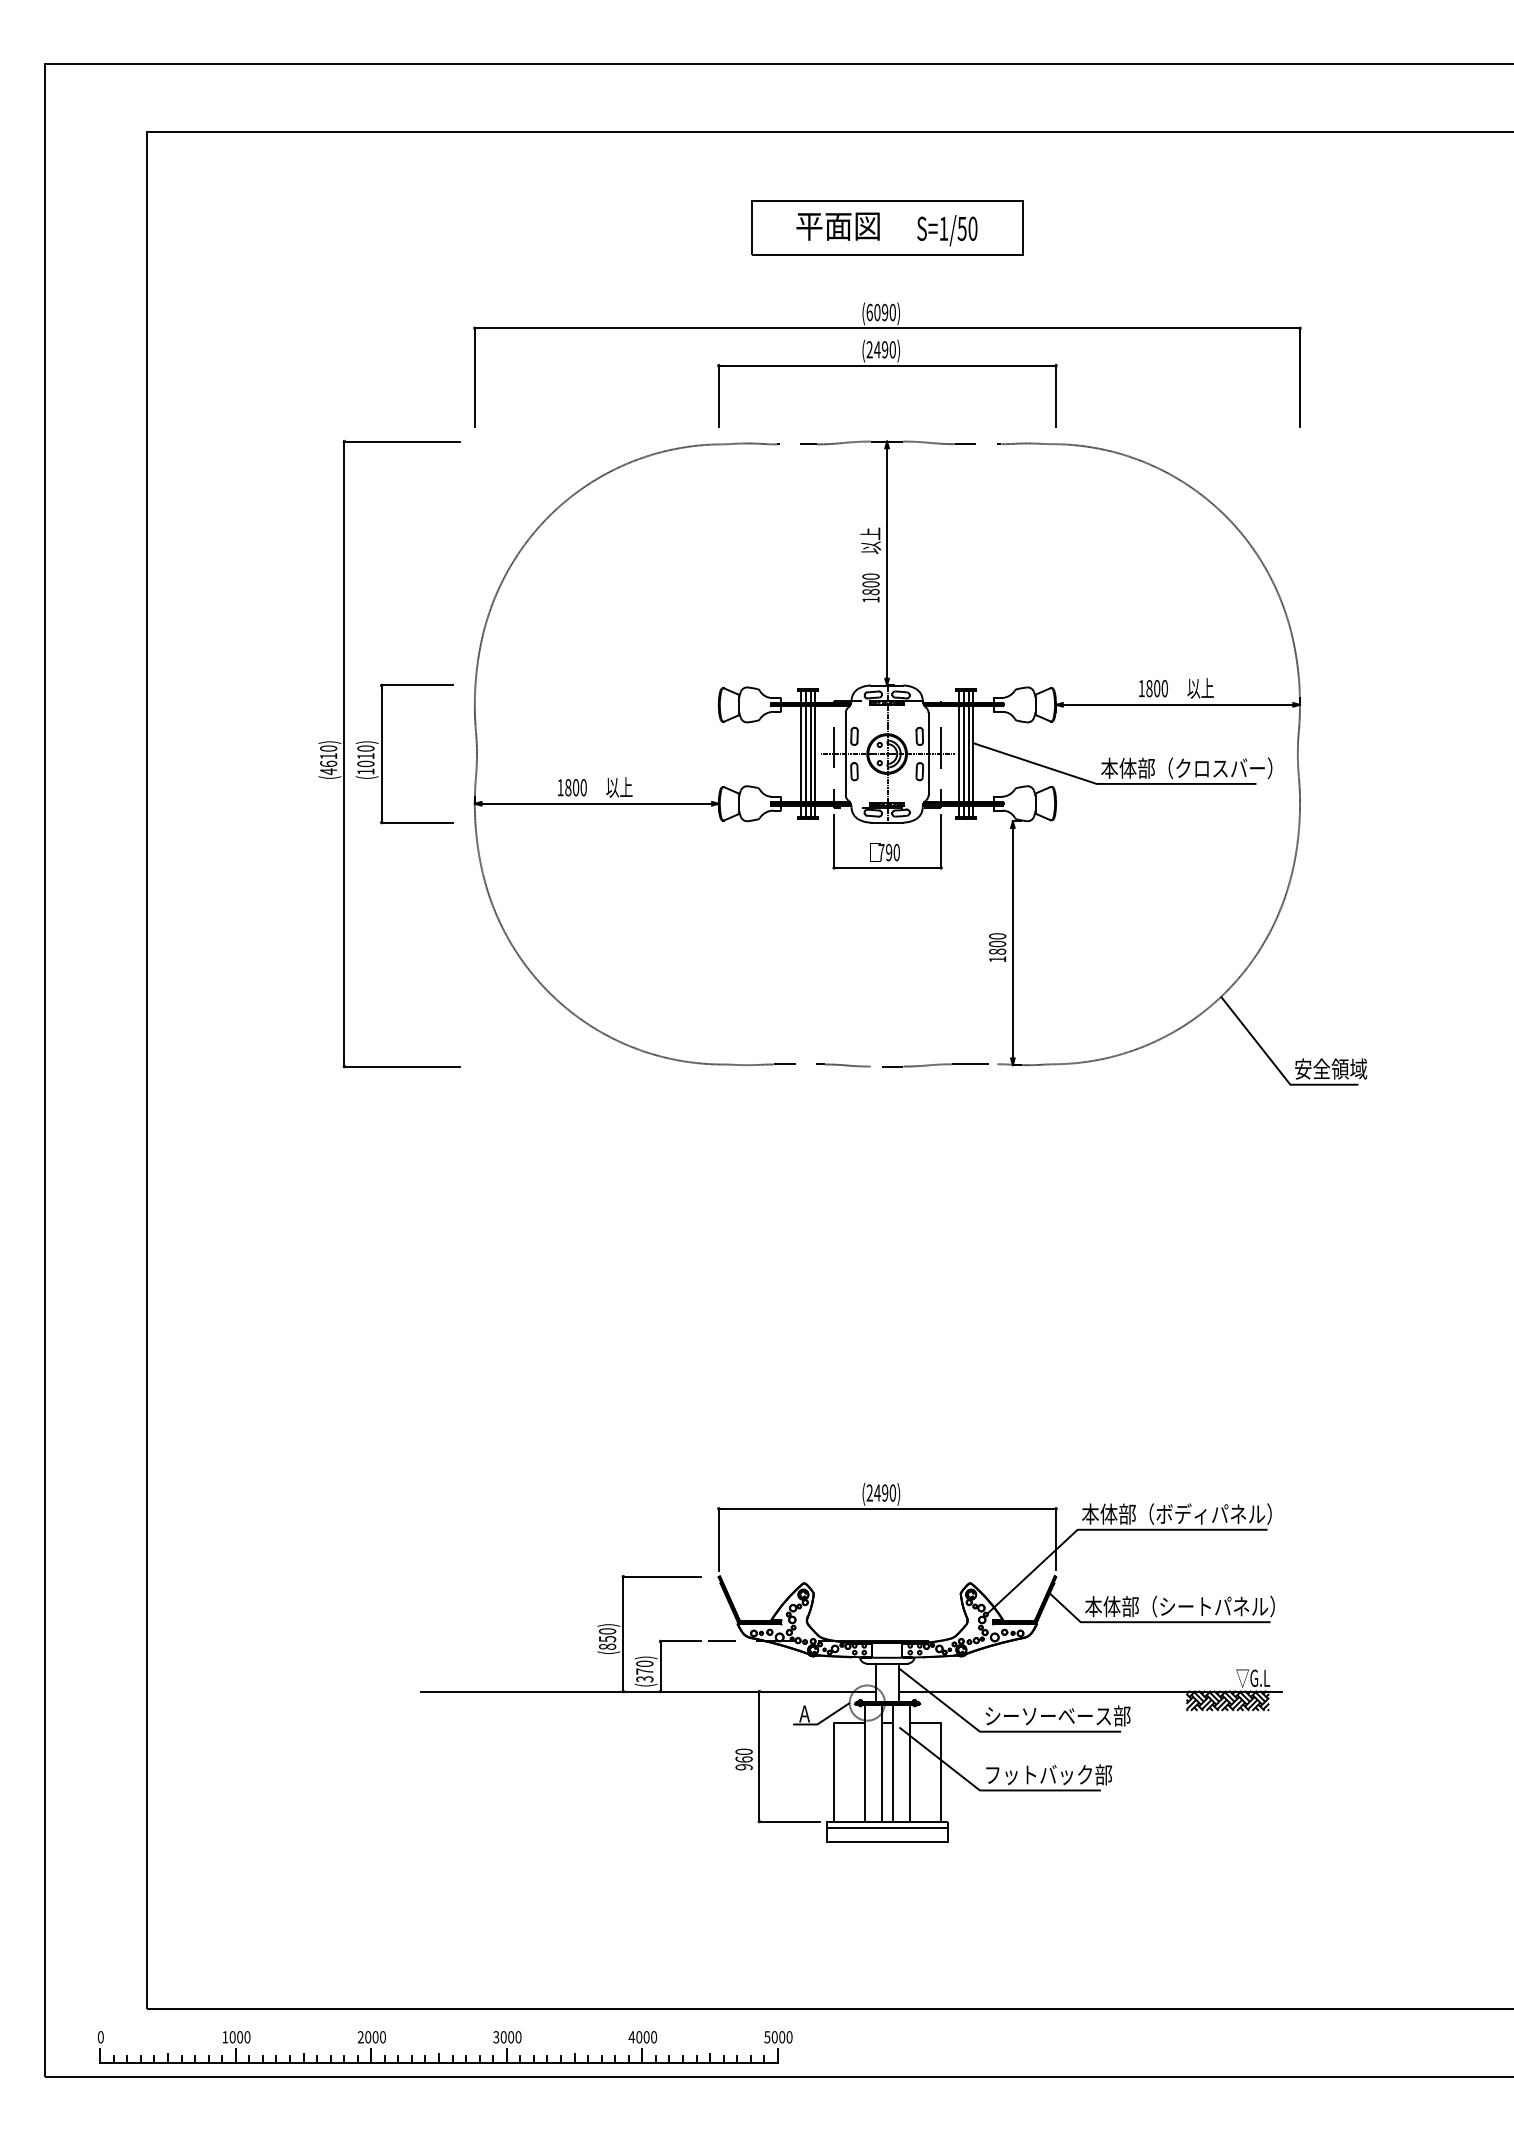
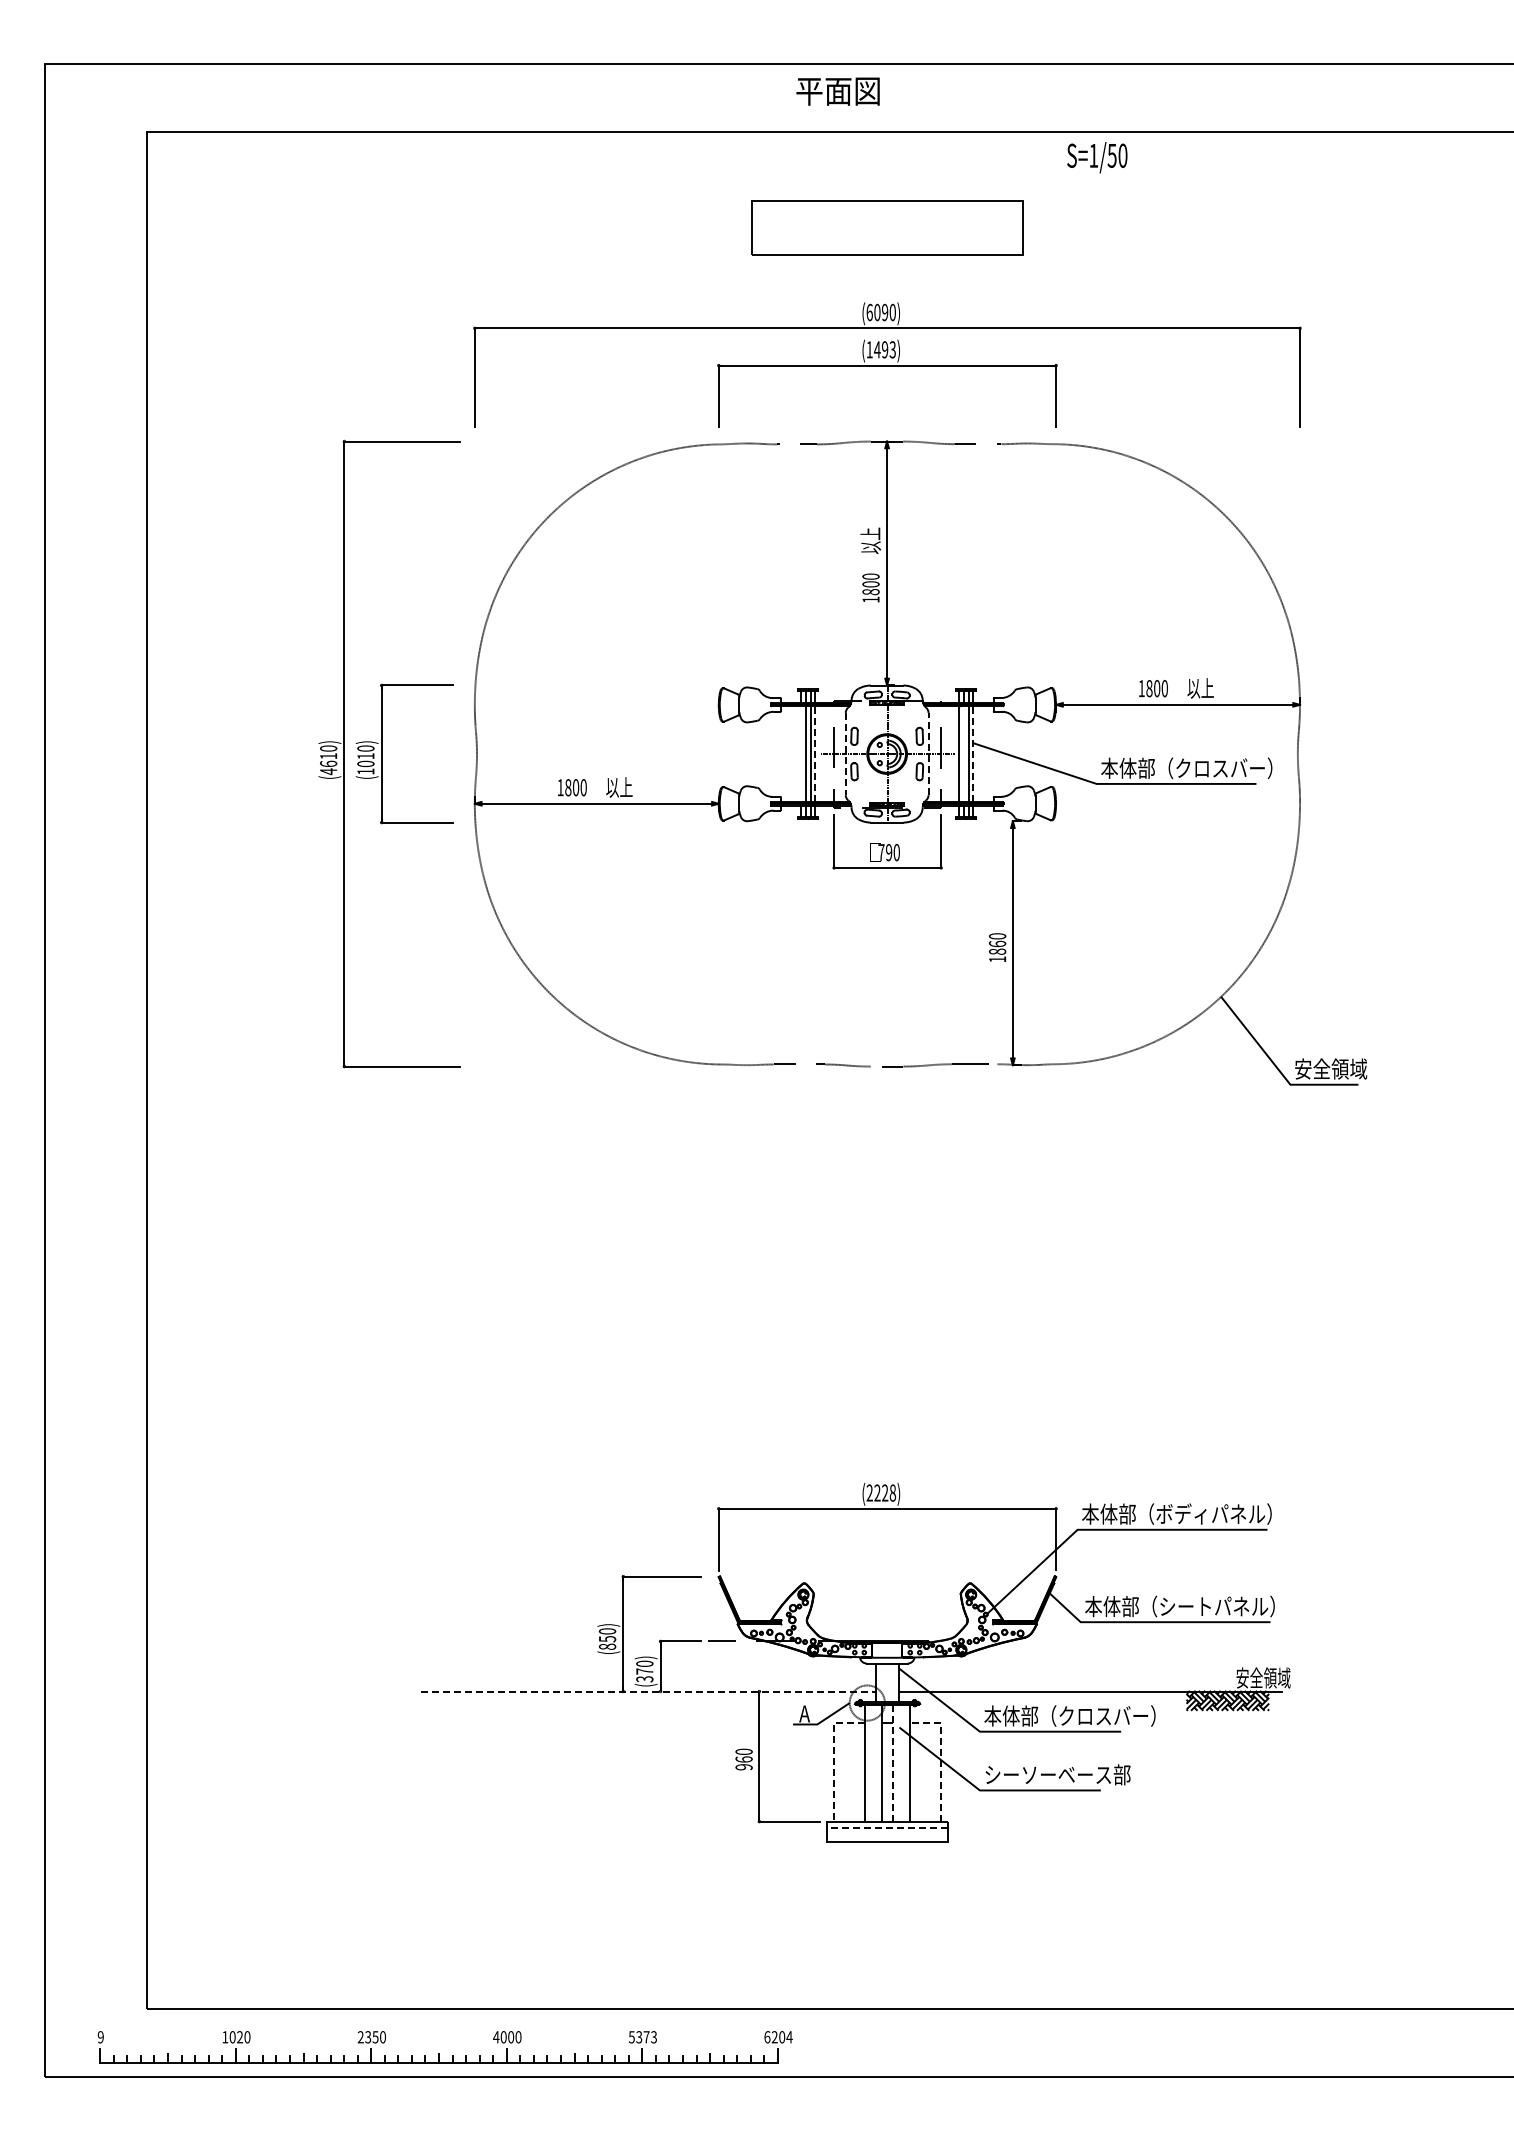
text at (837, 226) position: (837, 226) -> (837, 91)
text at (947, 230) position: (947, 230) -> (1097, 157)
text at (880, 349): (2490) -> (1493)
line at (815, 753): solid -> dashed
line at (928, 753): solid -> dashed
line at (973, 753): solid -> dashed
line at (801, 754): present -> none
line at (845, 754): solid -> dashed
line at (963, 754): present -> none
text at (997, 943): 1800 -> 1860
text at (885, 1492): (2490) -> (2228)
text at (1263, 1677): ▽G.L -> 安全領域
line at (648, 1691): solid -> dashed
text at (1069, 1715): シーソーベース部 -> 本体部（クロスバー）
line at (834, 1755): solid -> dashed
line at (941, 1755): solid -> dashed
line at (892, 1762): solid -> dashed
text at (1057, 1774): フットバック部 -> シーソーベース部
line at (887, 1828): solid -> dashed
text at (100, 2037): 0 -> 9
text at (240, 2037): 1000 -> 1020
text at (371, 2037): 2000 -> 2350
text at (496, 2037): 3000 -> 4000
text at (642, 2037): 4000 -> 5373
text at (778, 2037): 5000 -> 6204
